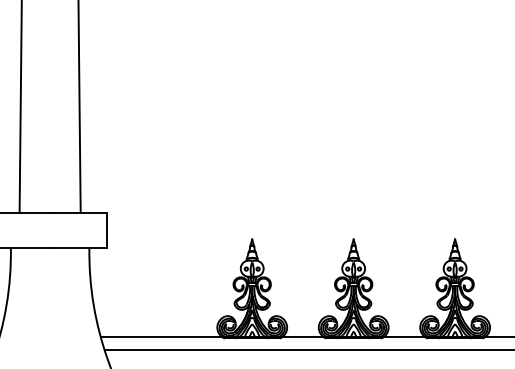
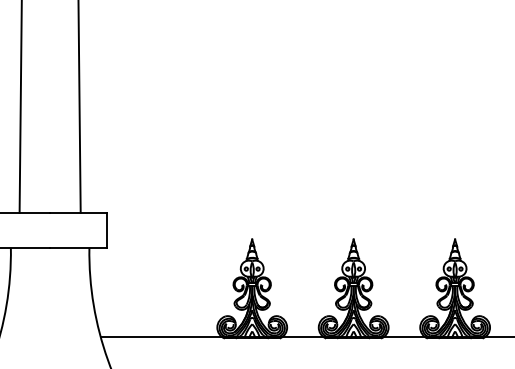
line at (307, 350): present -> none
